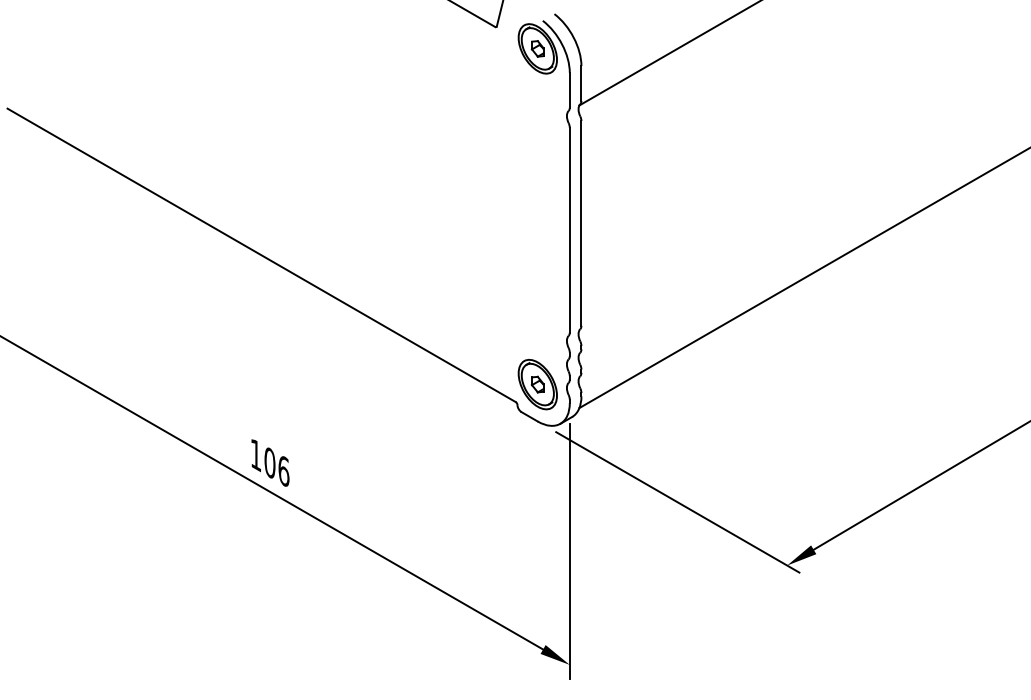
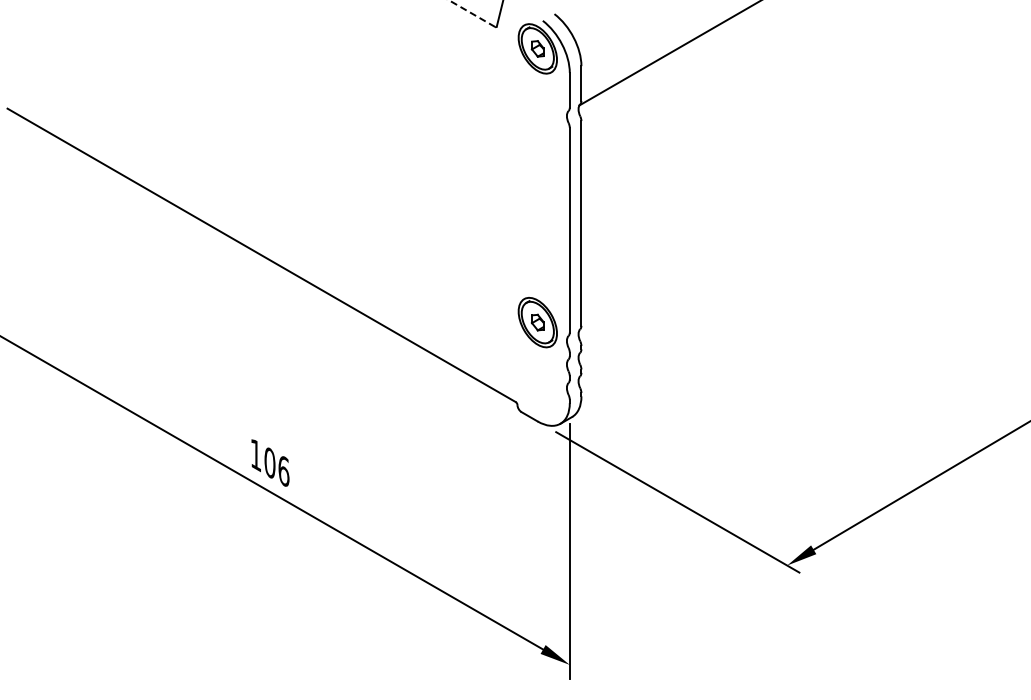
line at (471, 13): solid -> dashed
line at (803, 278): present -> none
part at (537, 384) position: (537, 384) -> (537, 322)
